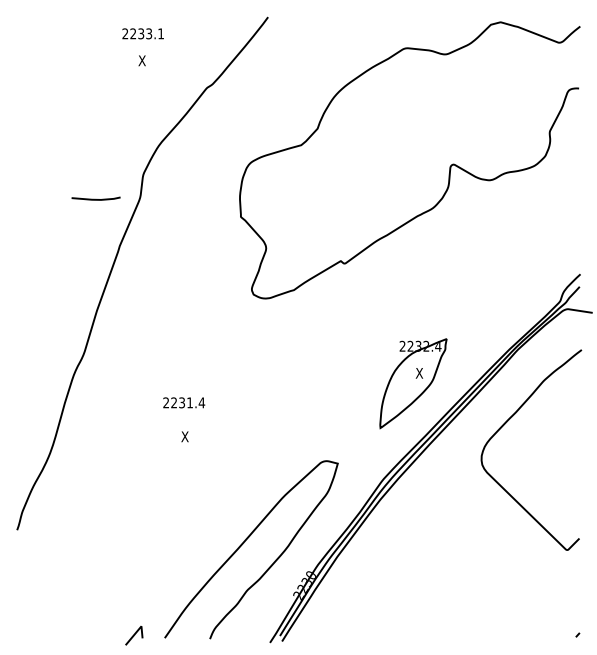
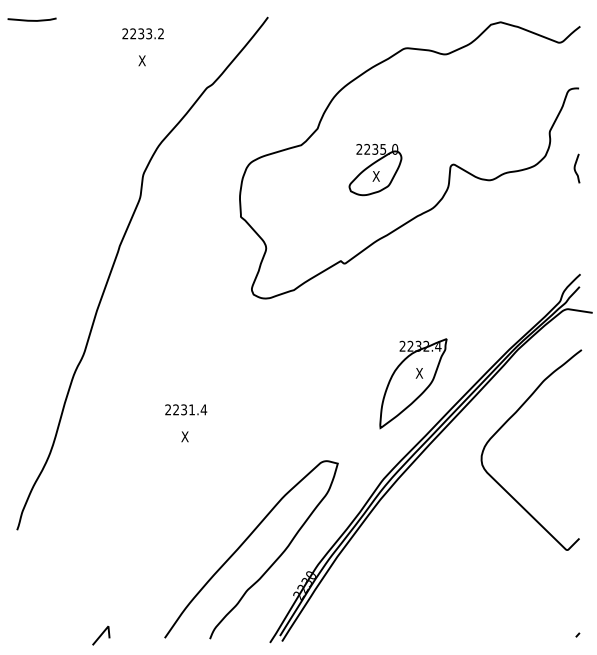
text at (160, 33): 2233.1 -> 2233.2
curve at (575, 168): none -> present
part at (375, 170): none -> present
curve at (95, 198) position: (95, 198) -> (31, 19)
text at (184, 402) position: (184, 402) -> (186, 409)
line at (134, 635) position: (134, 635) -> (101, 635)
